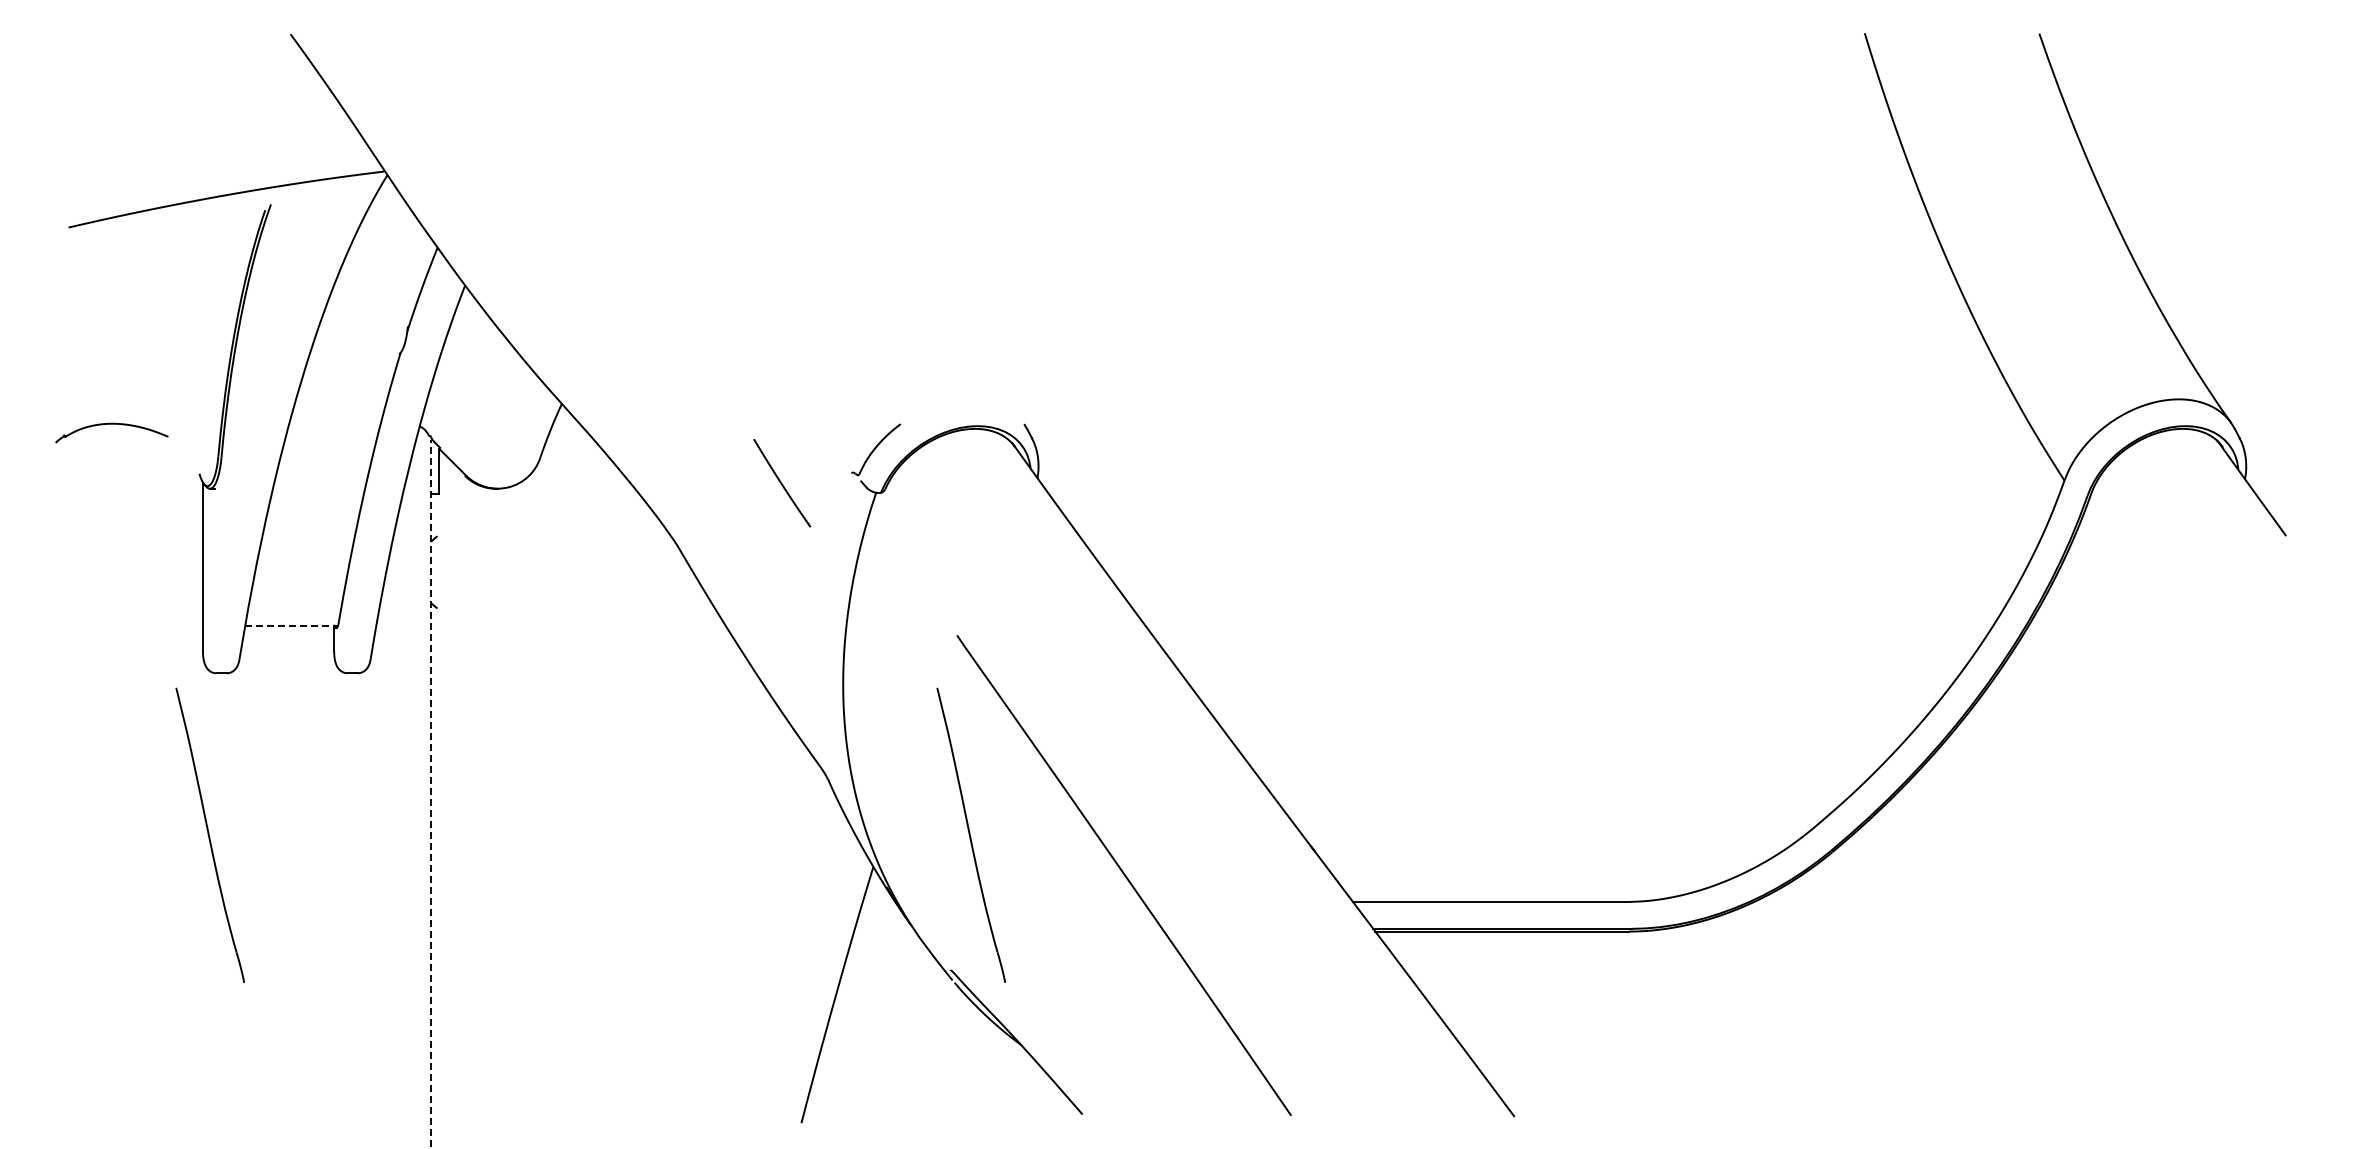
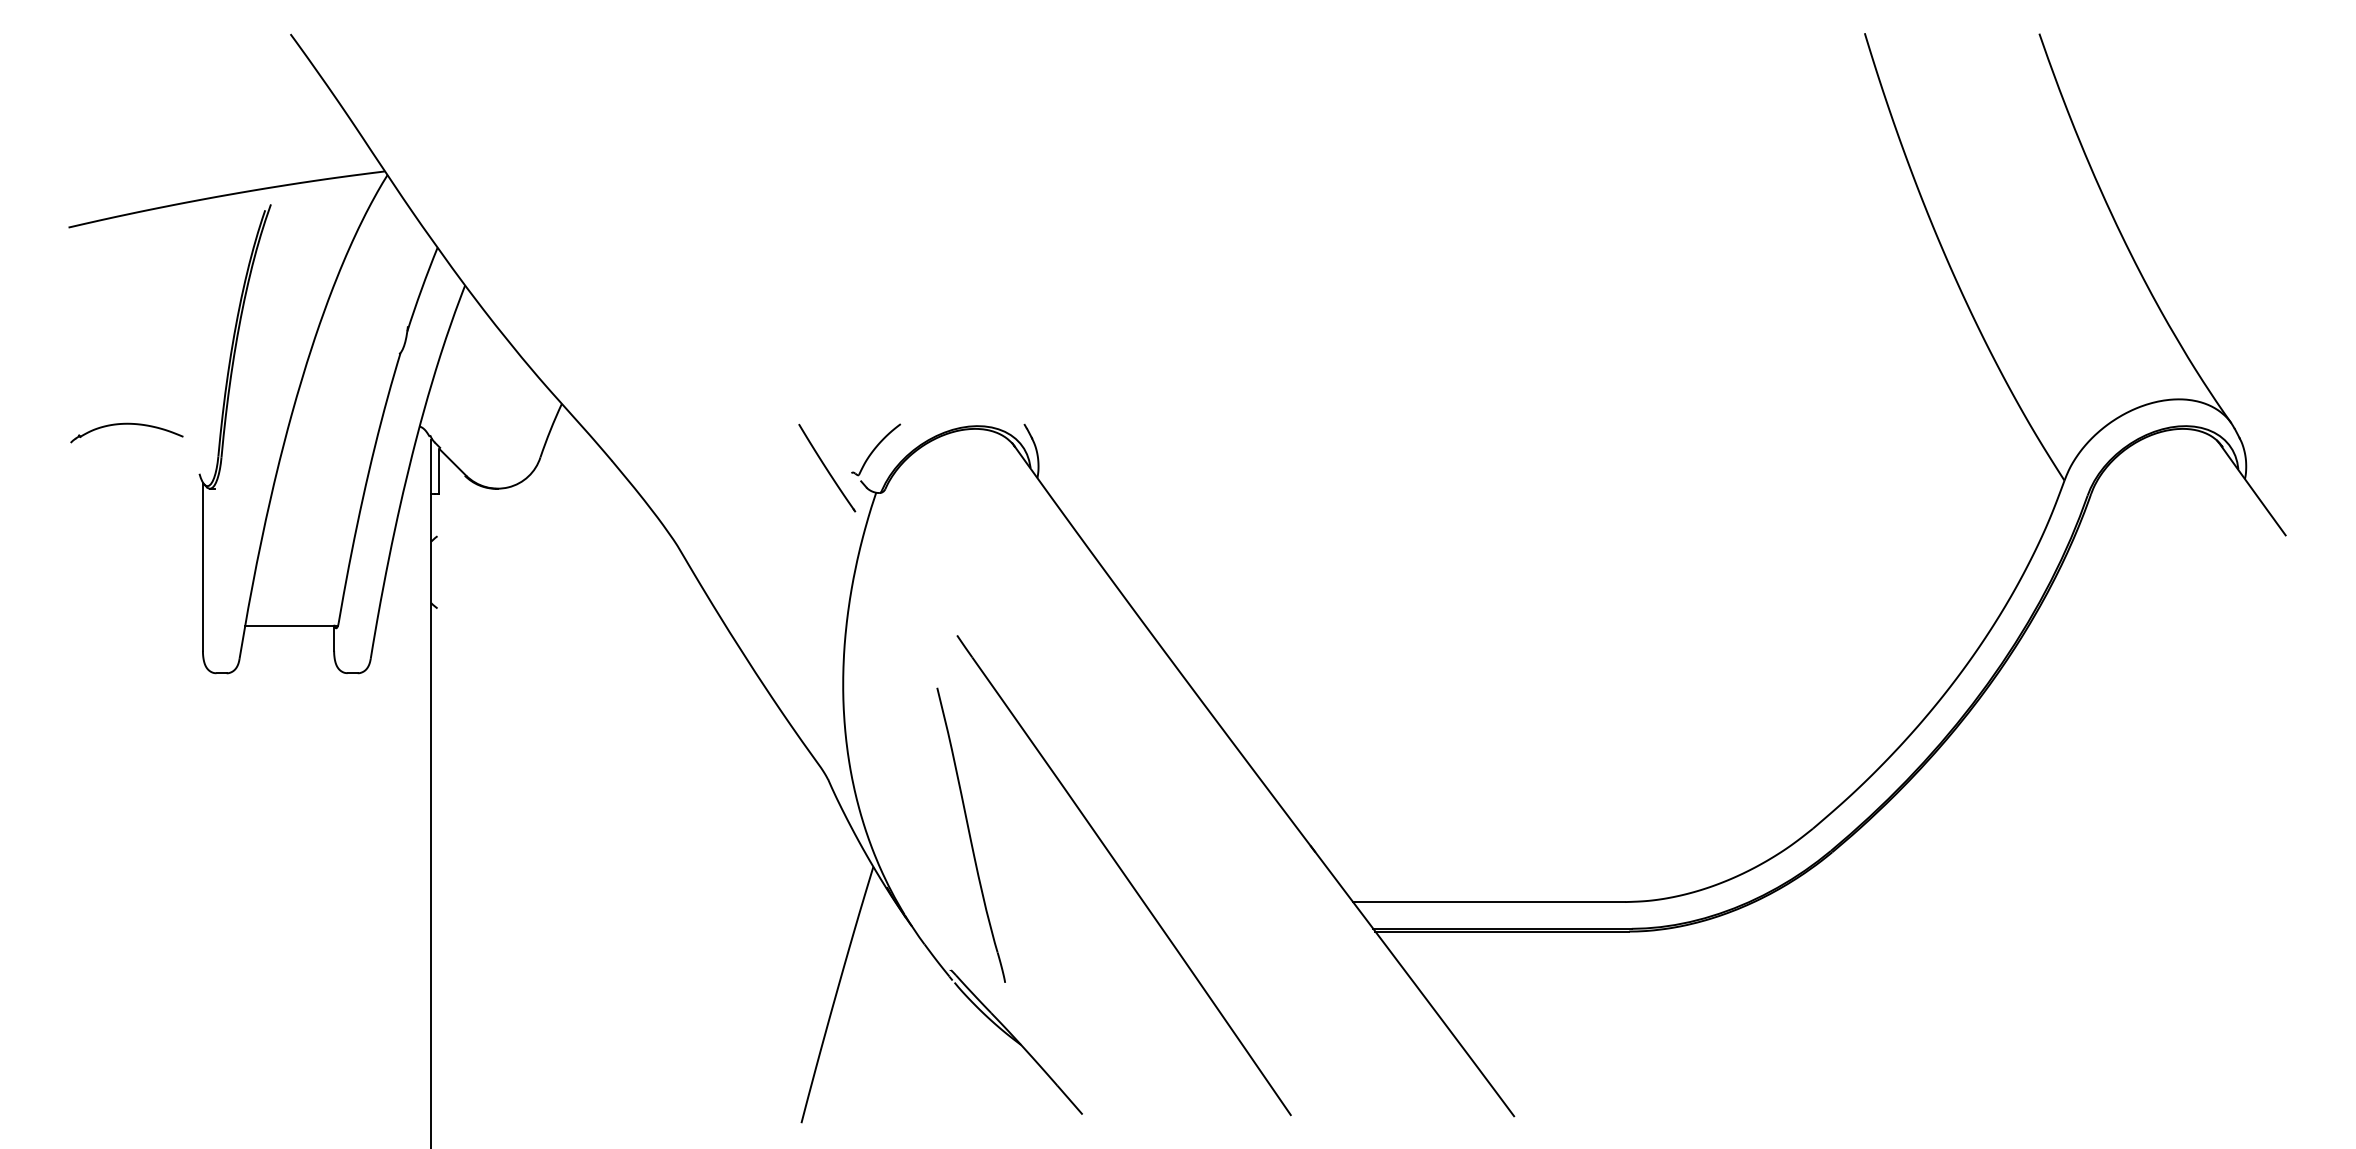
part at (111, 424) position: (111, 424) -> (126, 424)
part at (782, 482) position: (782, 482) -> (827, 467)
line at (292, 625): dashed -> solid
line at (431, 793): dashed -> solid
part at (209, 834): present -> none
